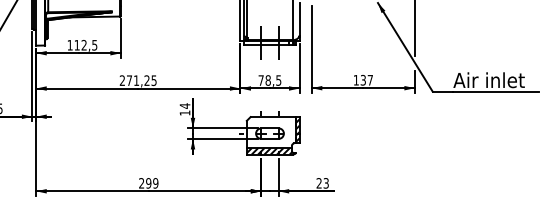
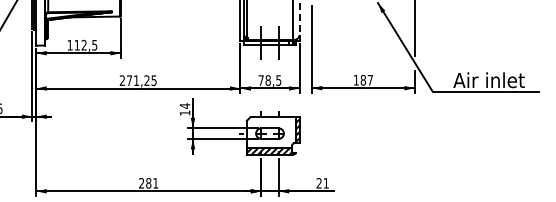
line at (299, 19): solid -> dashed
text at (363, 80): 137 -> 187
text at (152, 183): 299 -> 281
text at (325, 183): 23 -> 21
